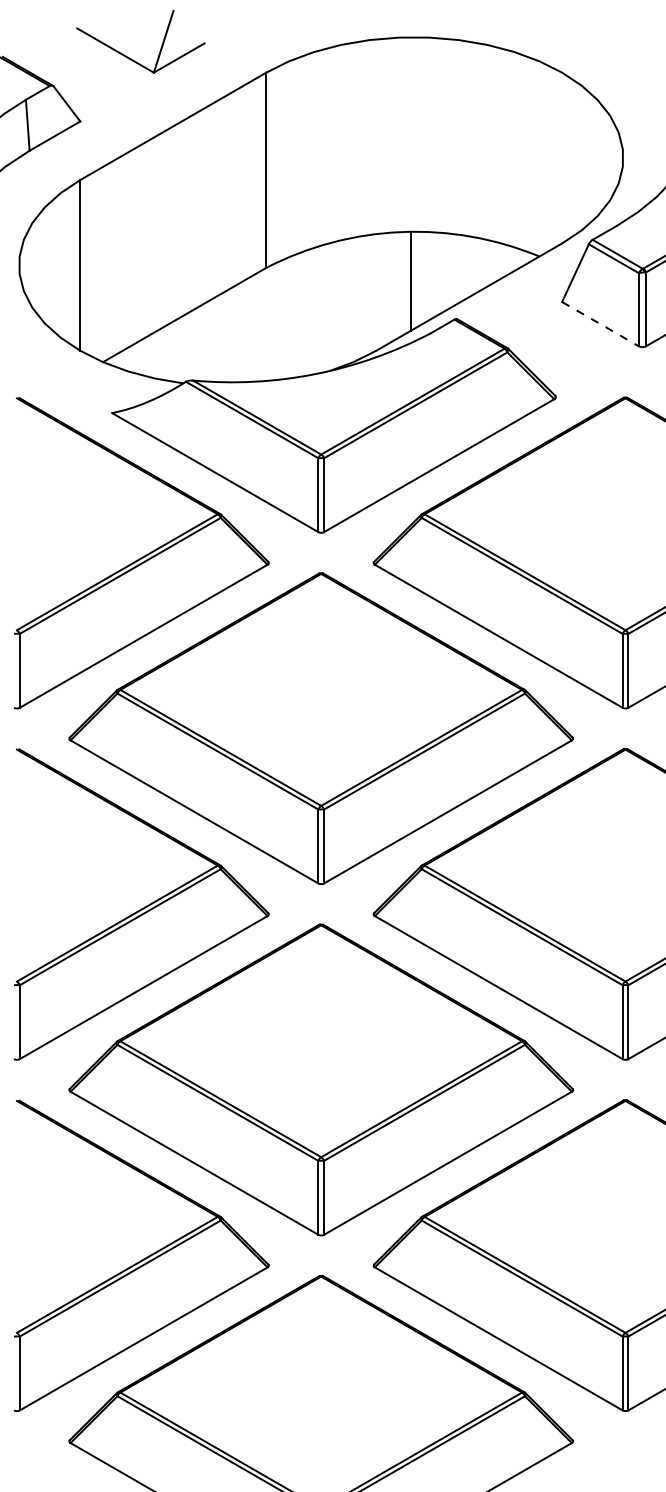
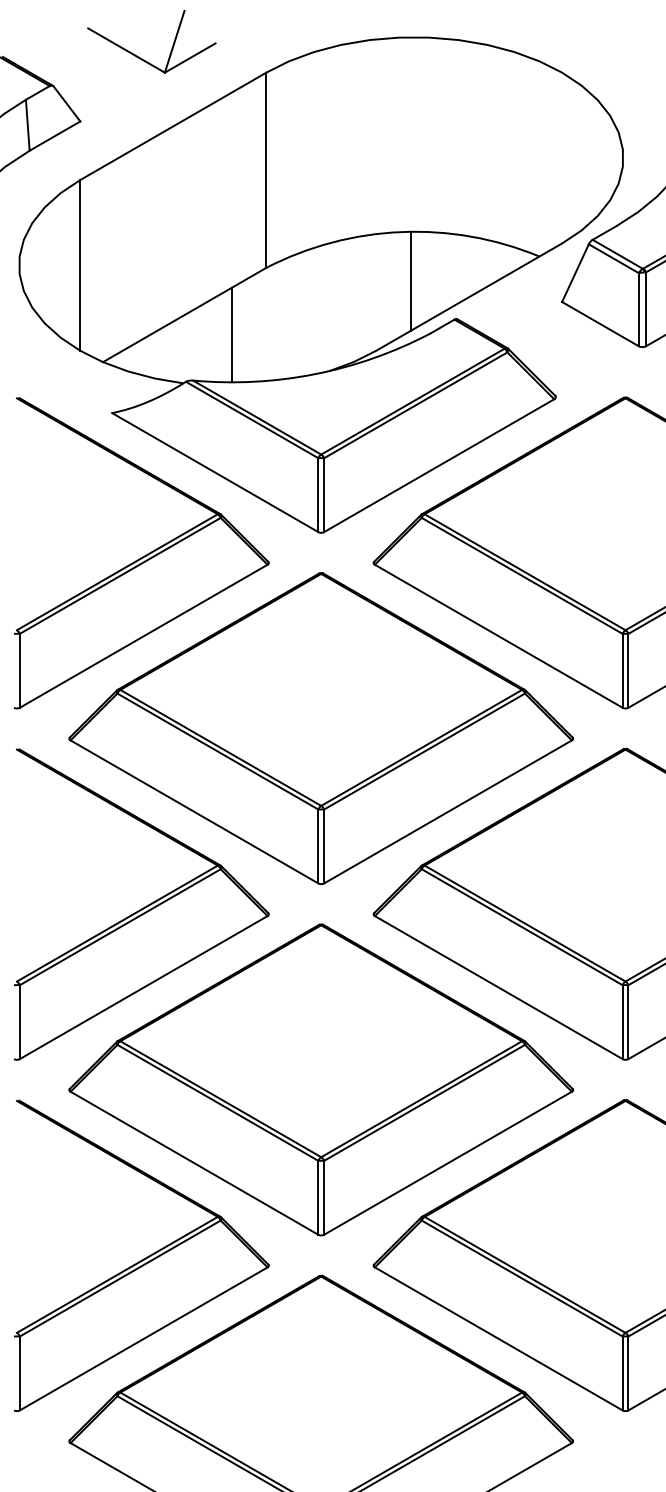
part at (128, 56) position: (128, 56) -> (139, 56)
line at (600, 324): dashed -> solid
line at (231, 334): none -> present
